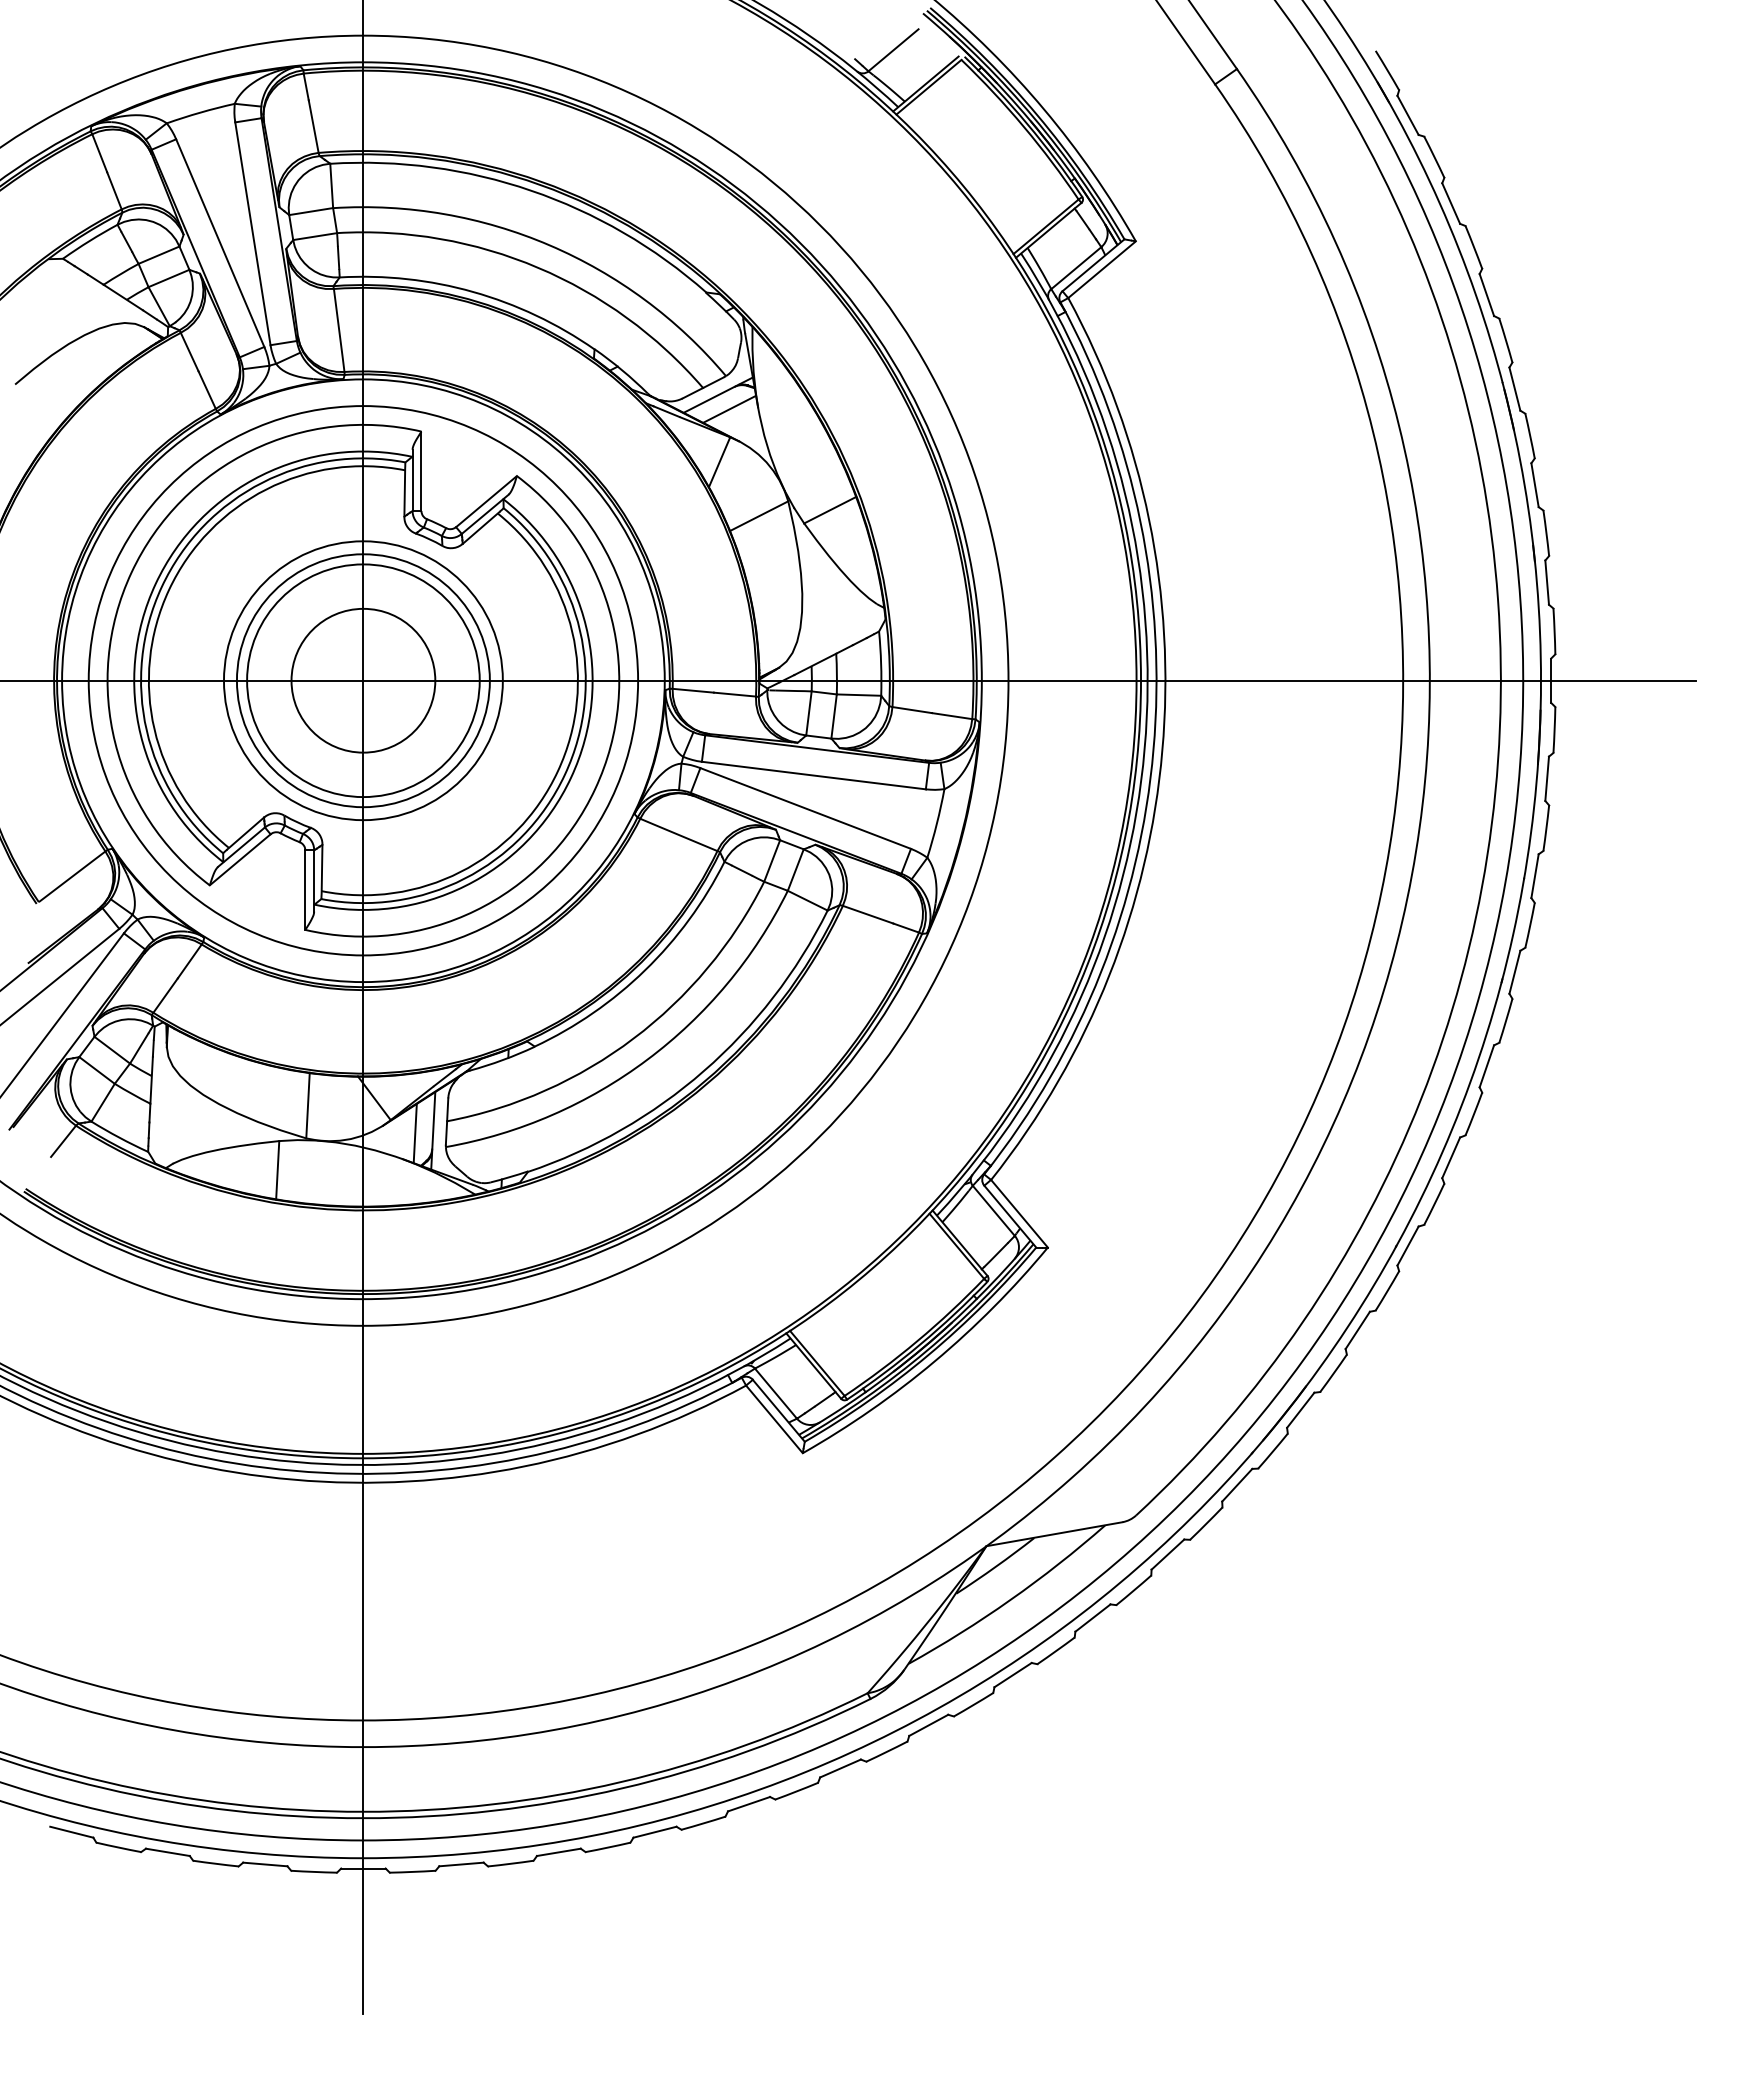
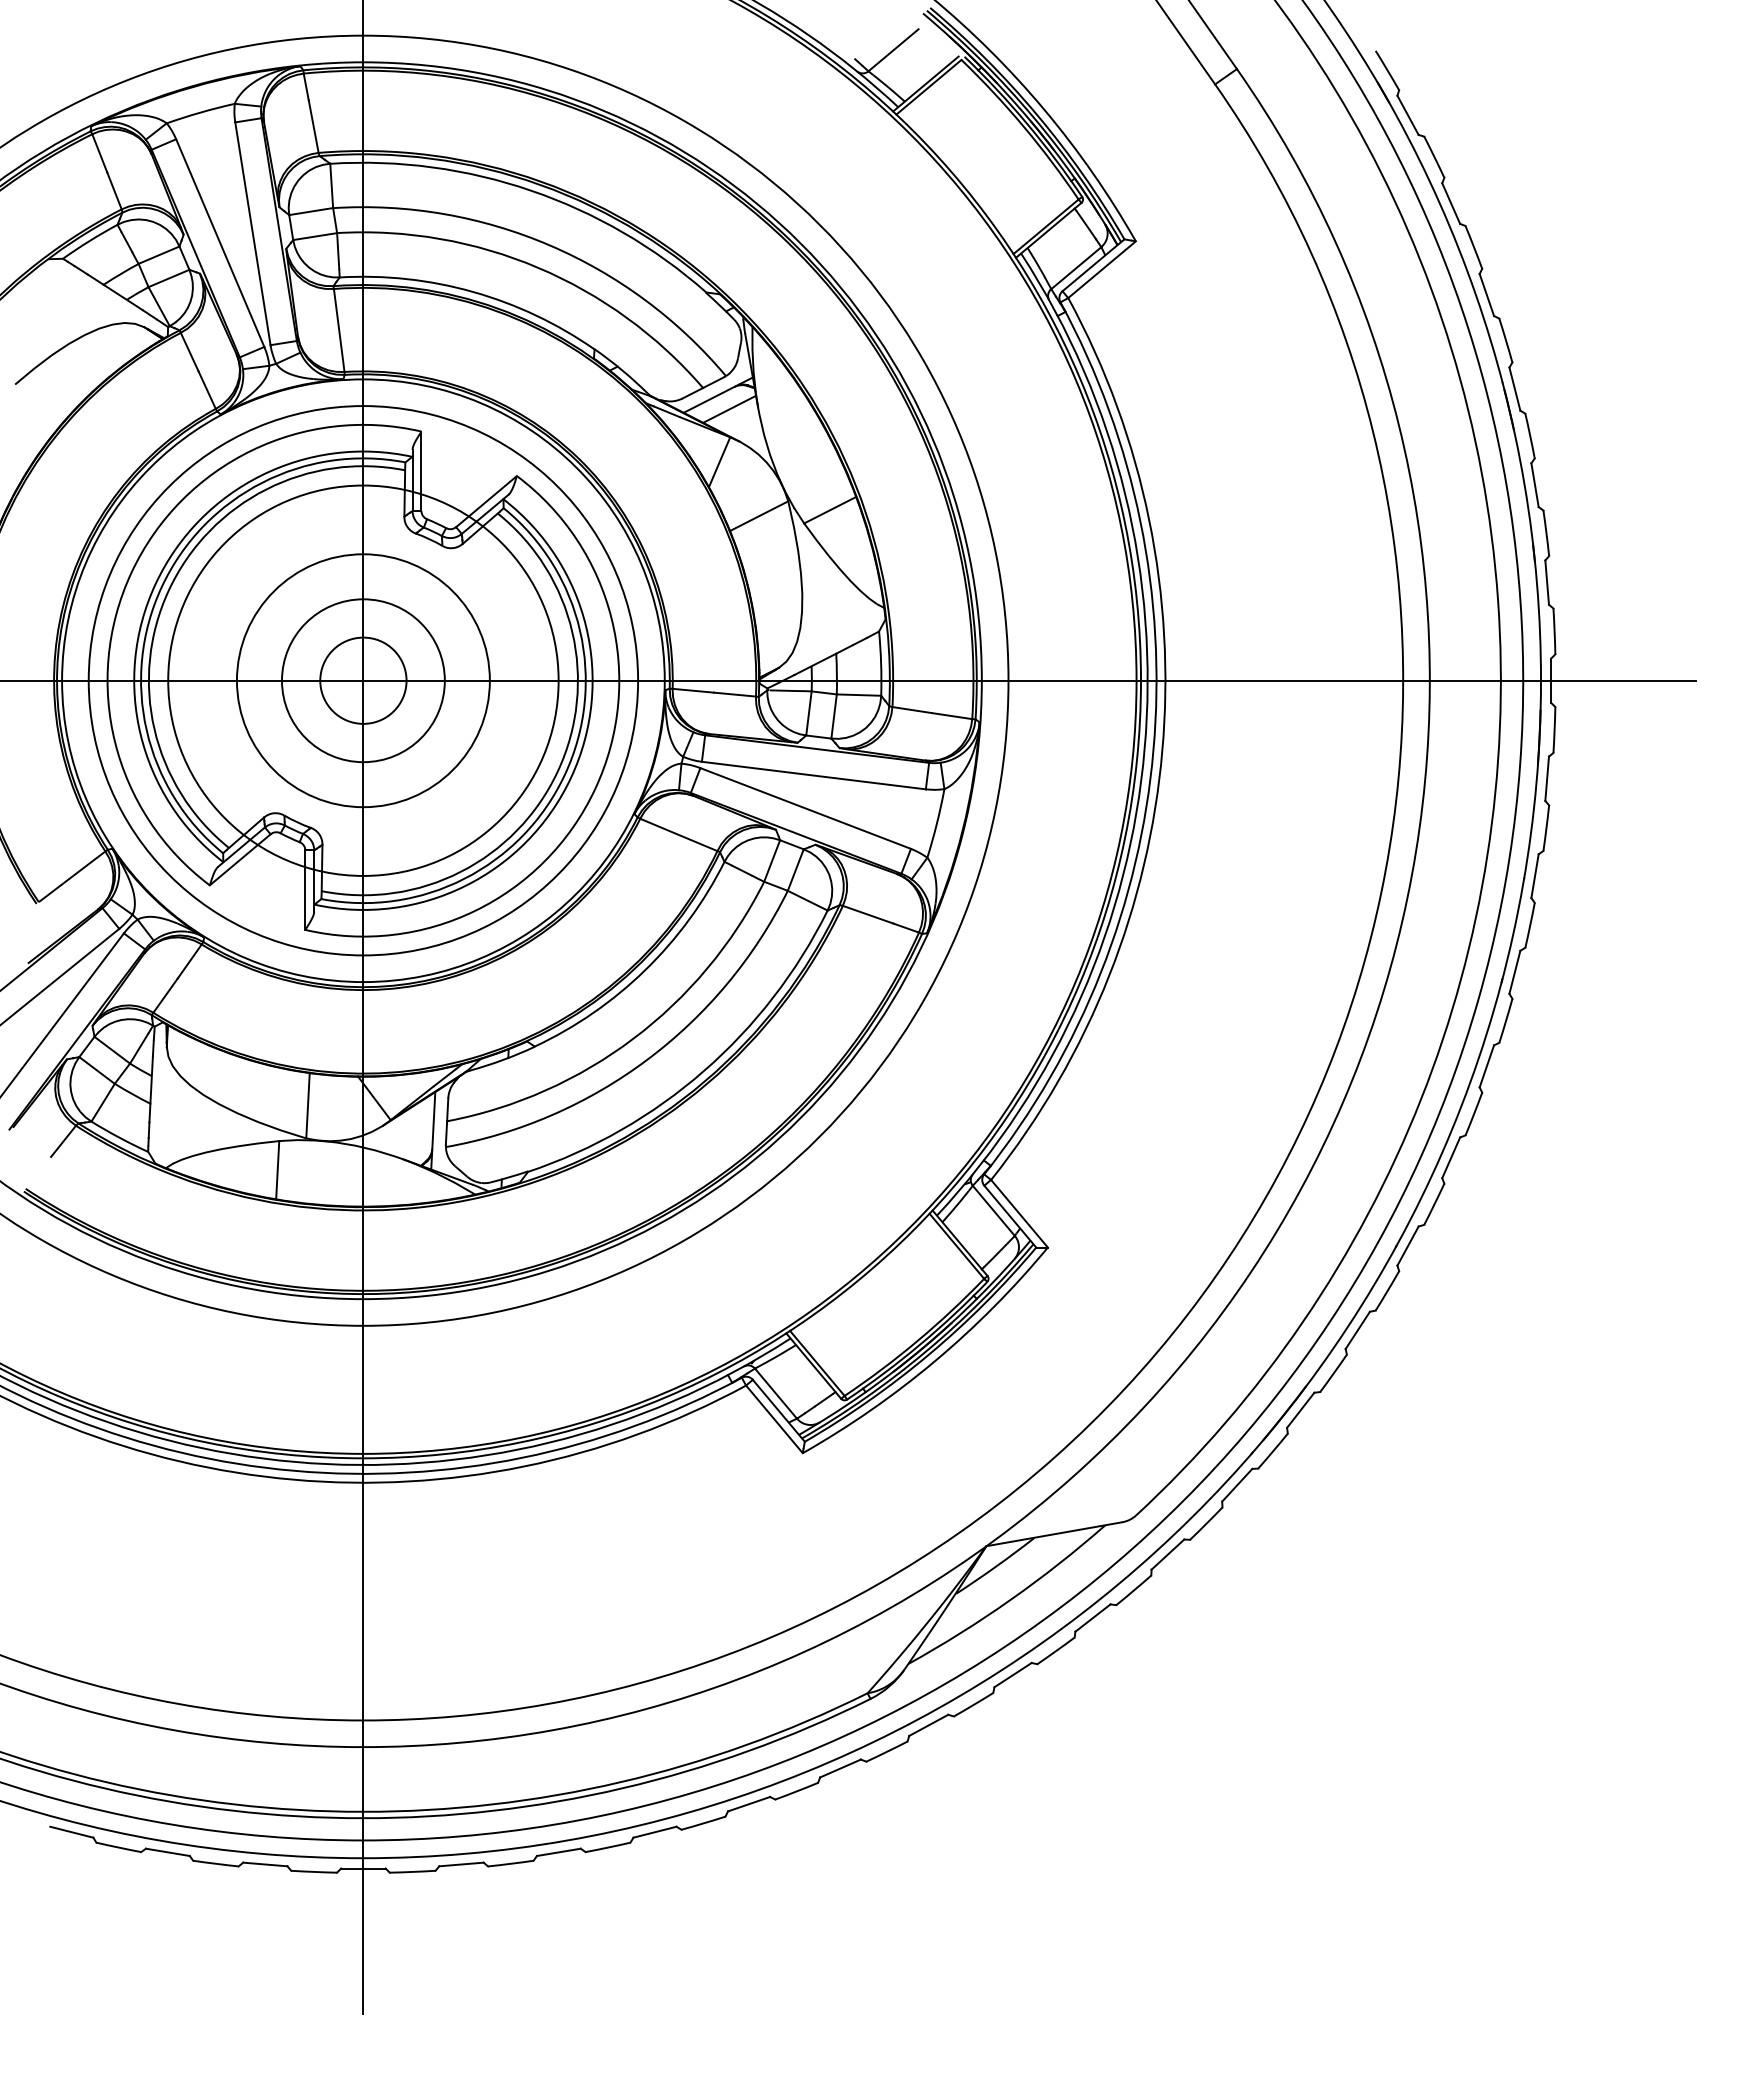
circle at (362, 680) diameter: 279 px -> 390 px
circle at (363, 680) diameter: 144 px -> 86 px
circle at (363, 680) diameter: 233 px -> 163 px
line at (414, 1133): present -> none
